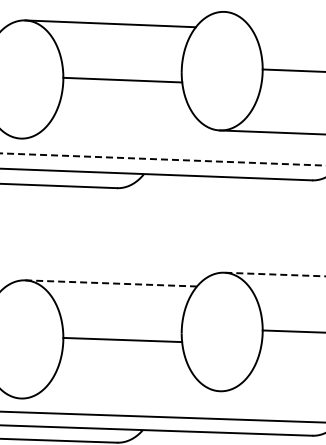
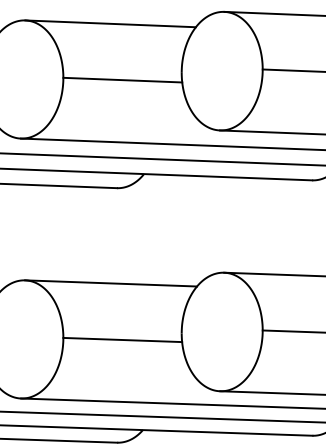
line at (273, 13): none -> present
line at (171, 144): none -> present
line at (163, 159): dashed -> solid
line at (274, 274): dashed -> solid
line at (111, 283): dashed -> solid
line at (271, 392): none -> present
line at (171, 403): none -> present
